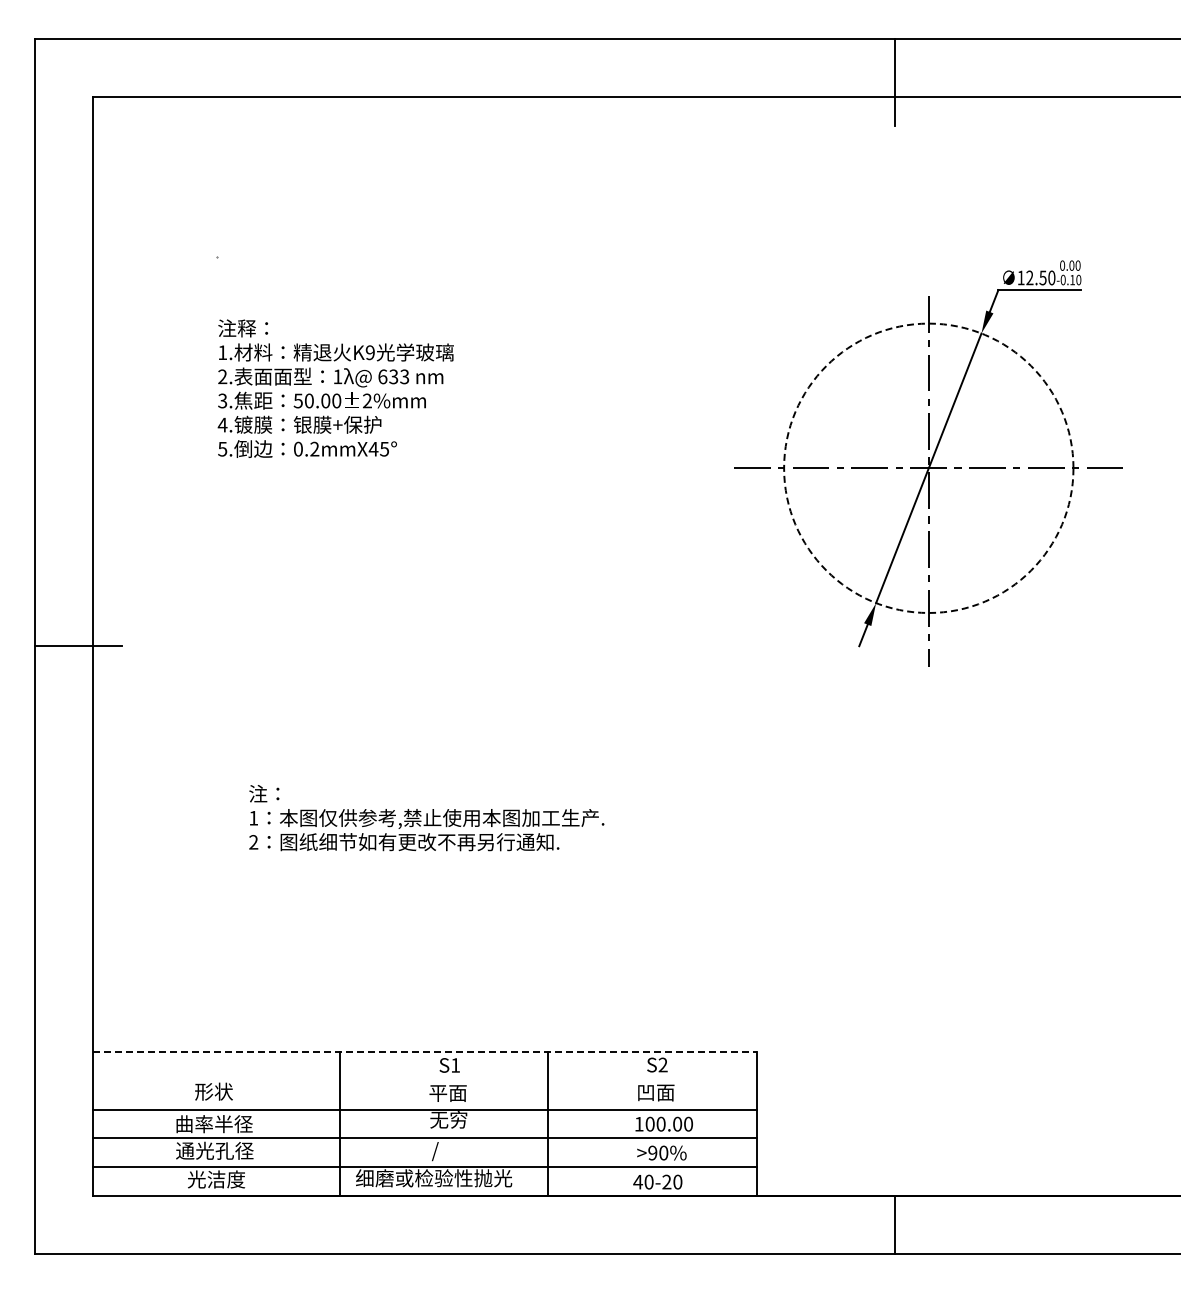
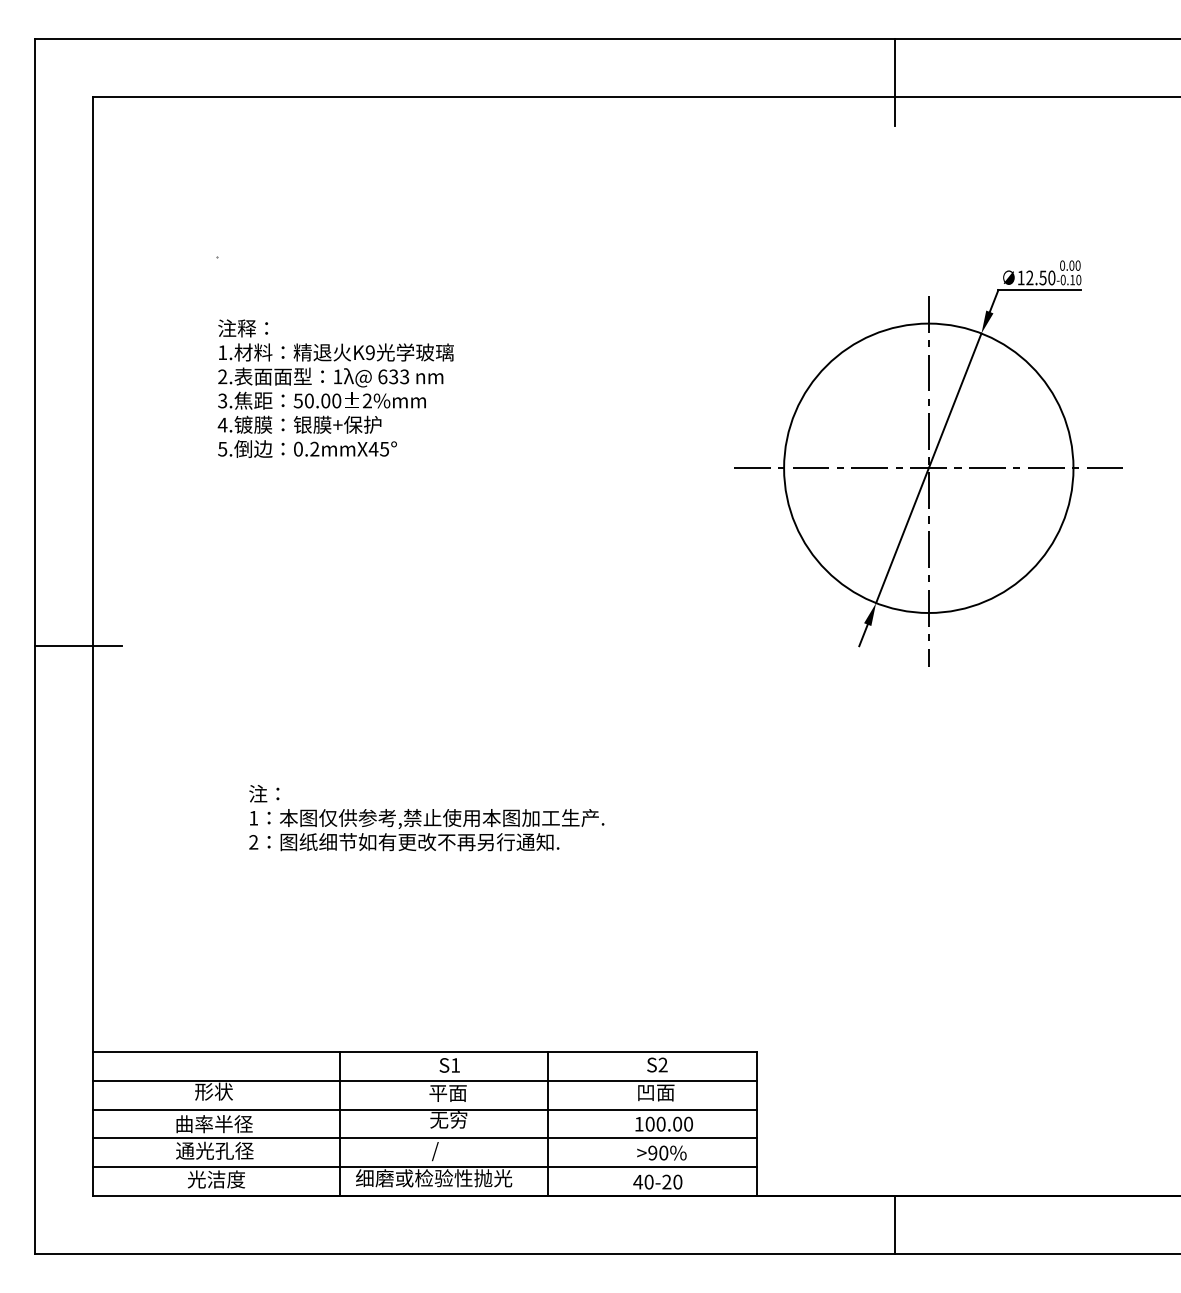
circle at (928, 468): dashed -> solid
line at (424, 1051): dashed -> solid
line at (424, 1080): none -> present
